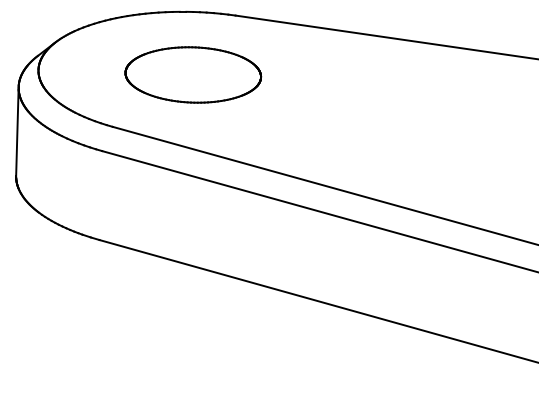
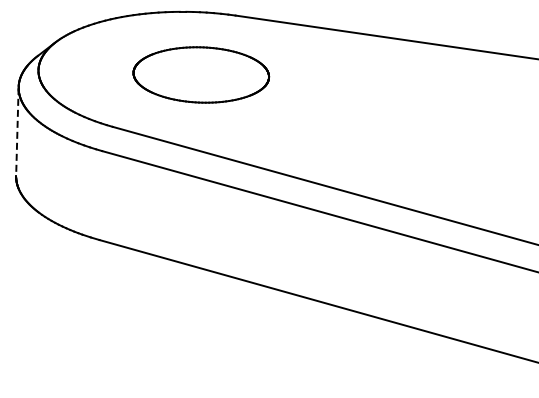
part at (193, 74) position: (193, 74) -> (201, 74)
line at (17, 131): solid -> dashed
